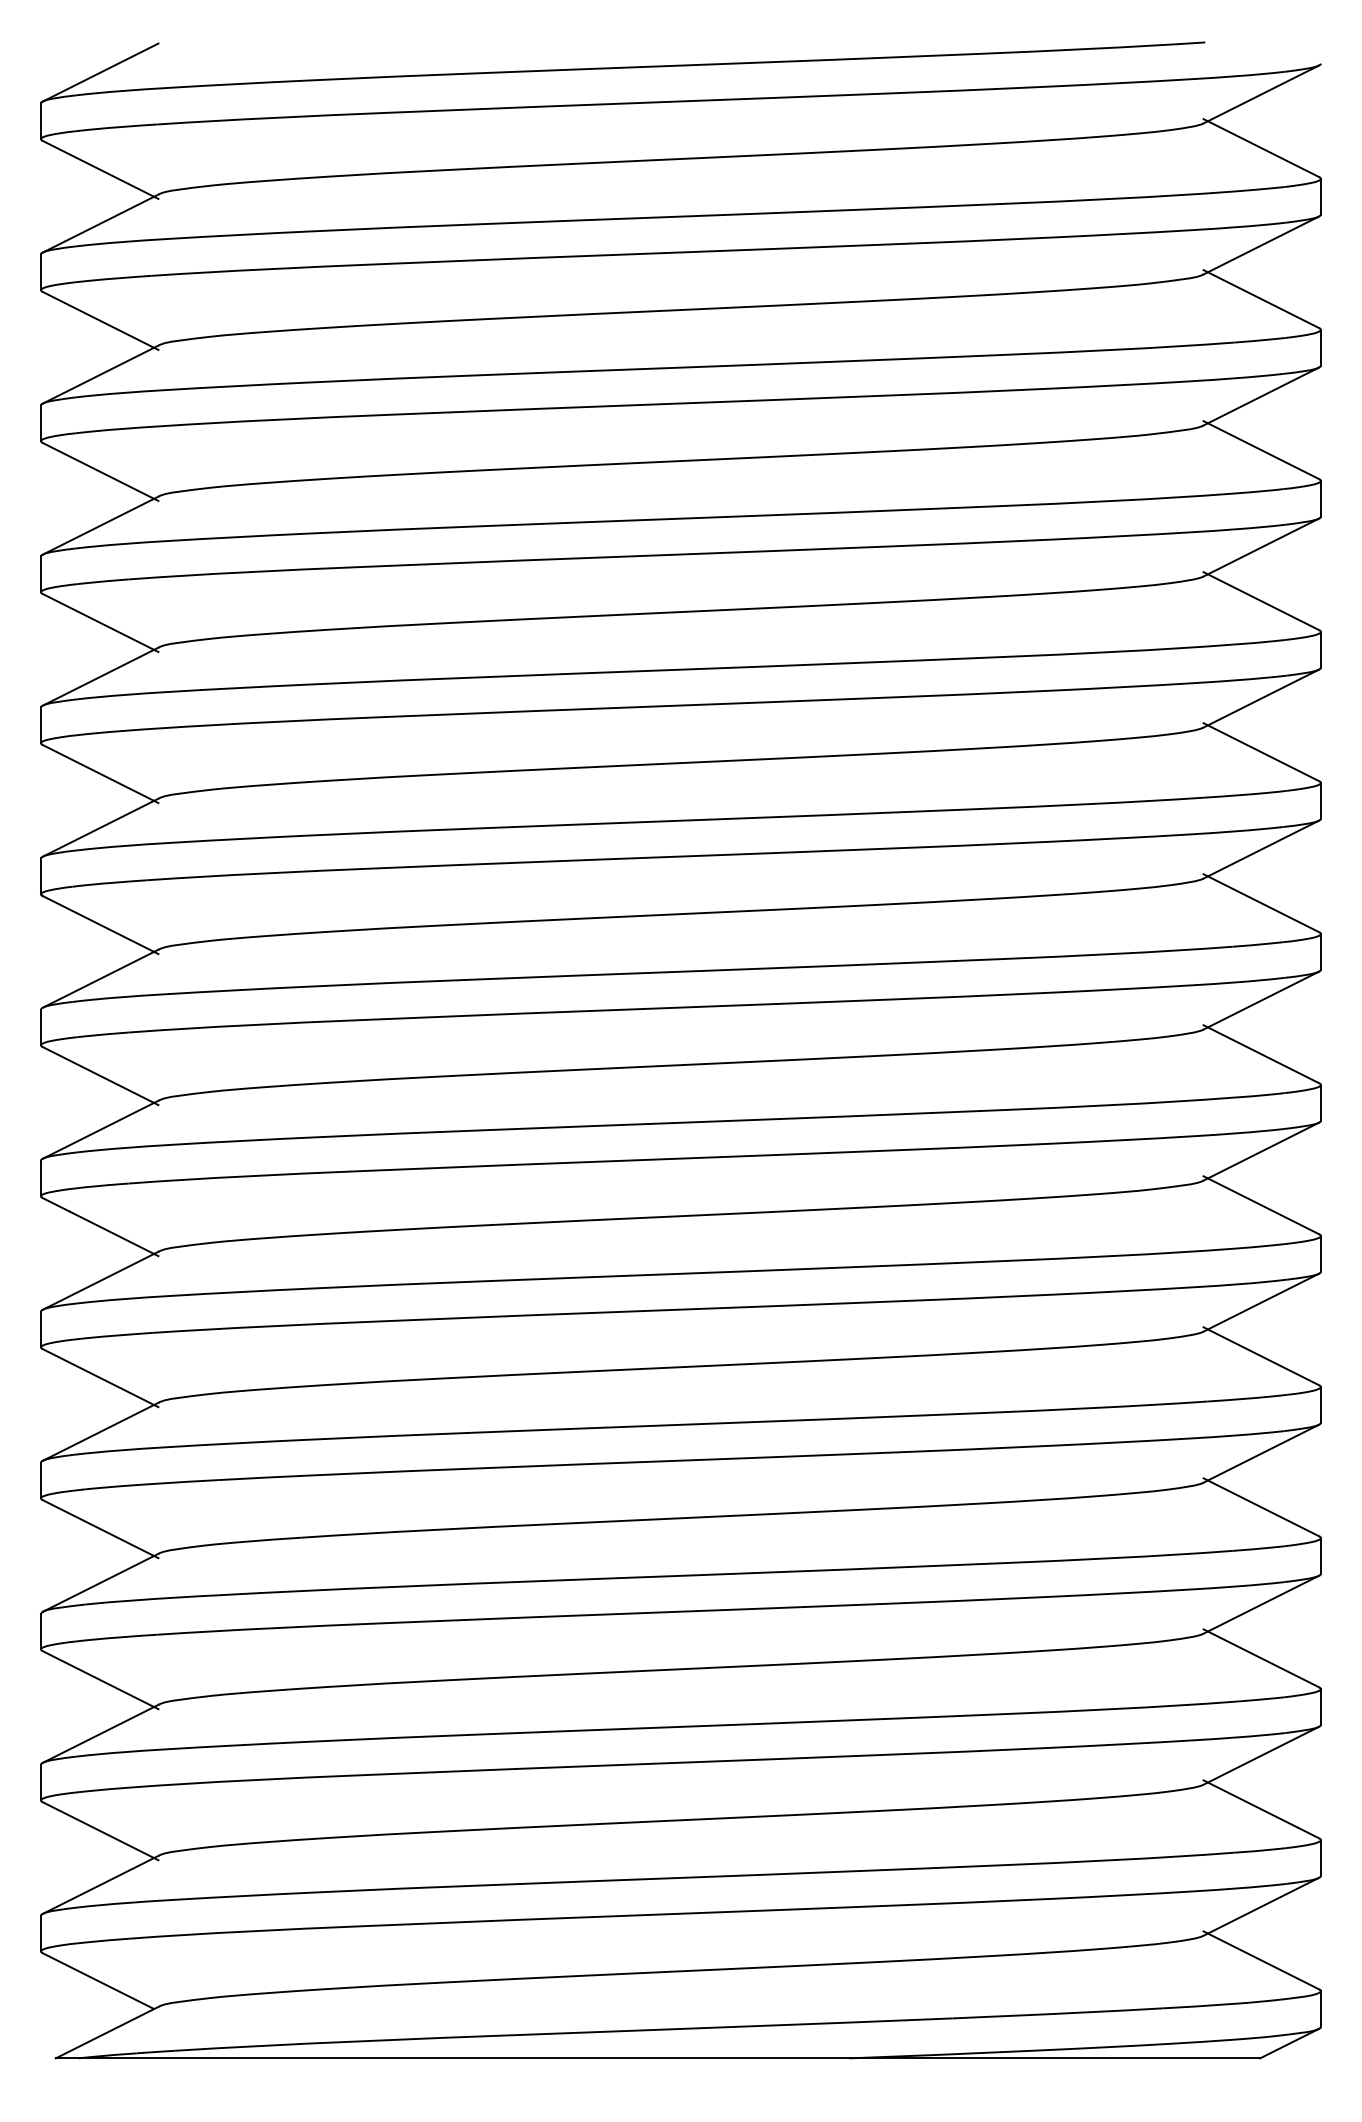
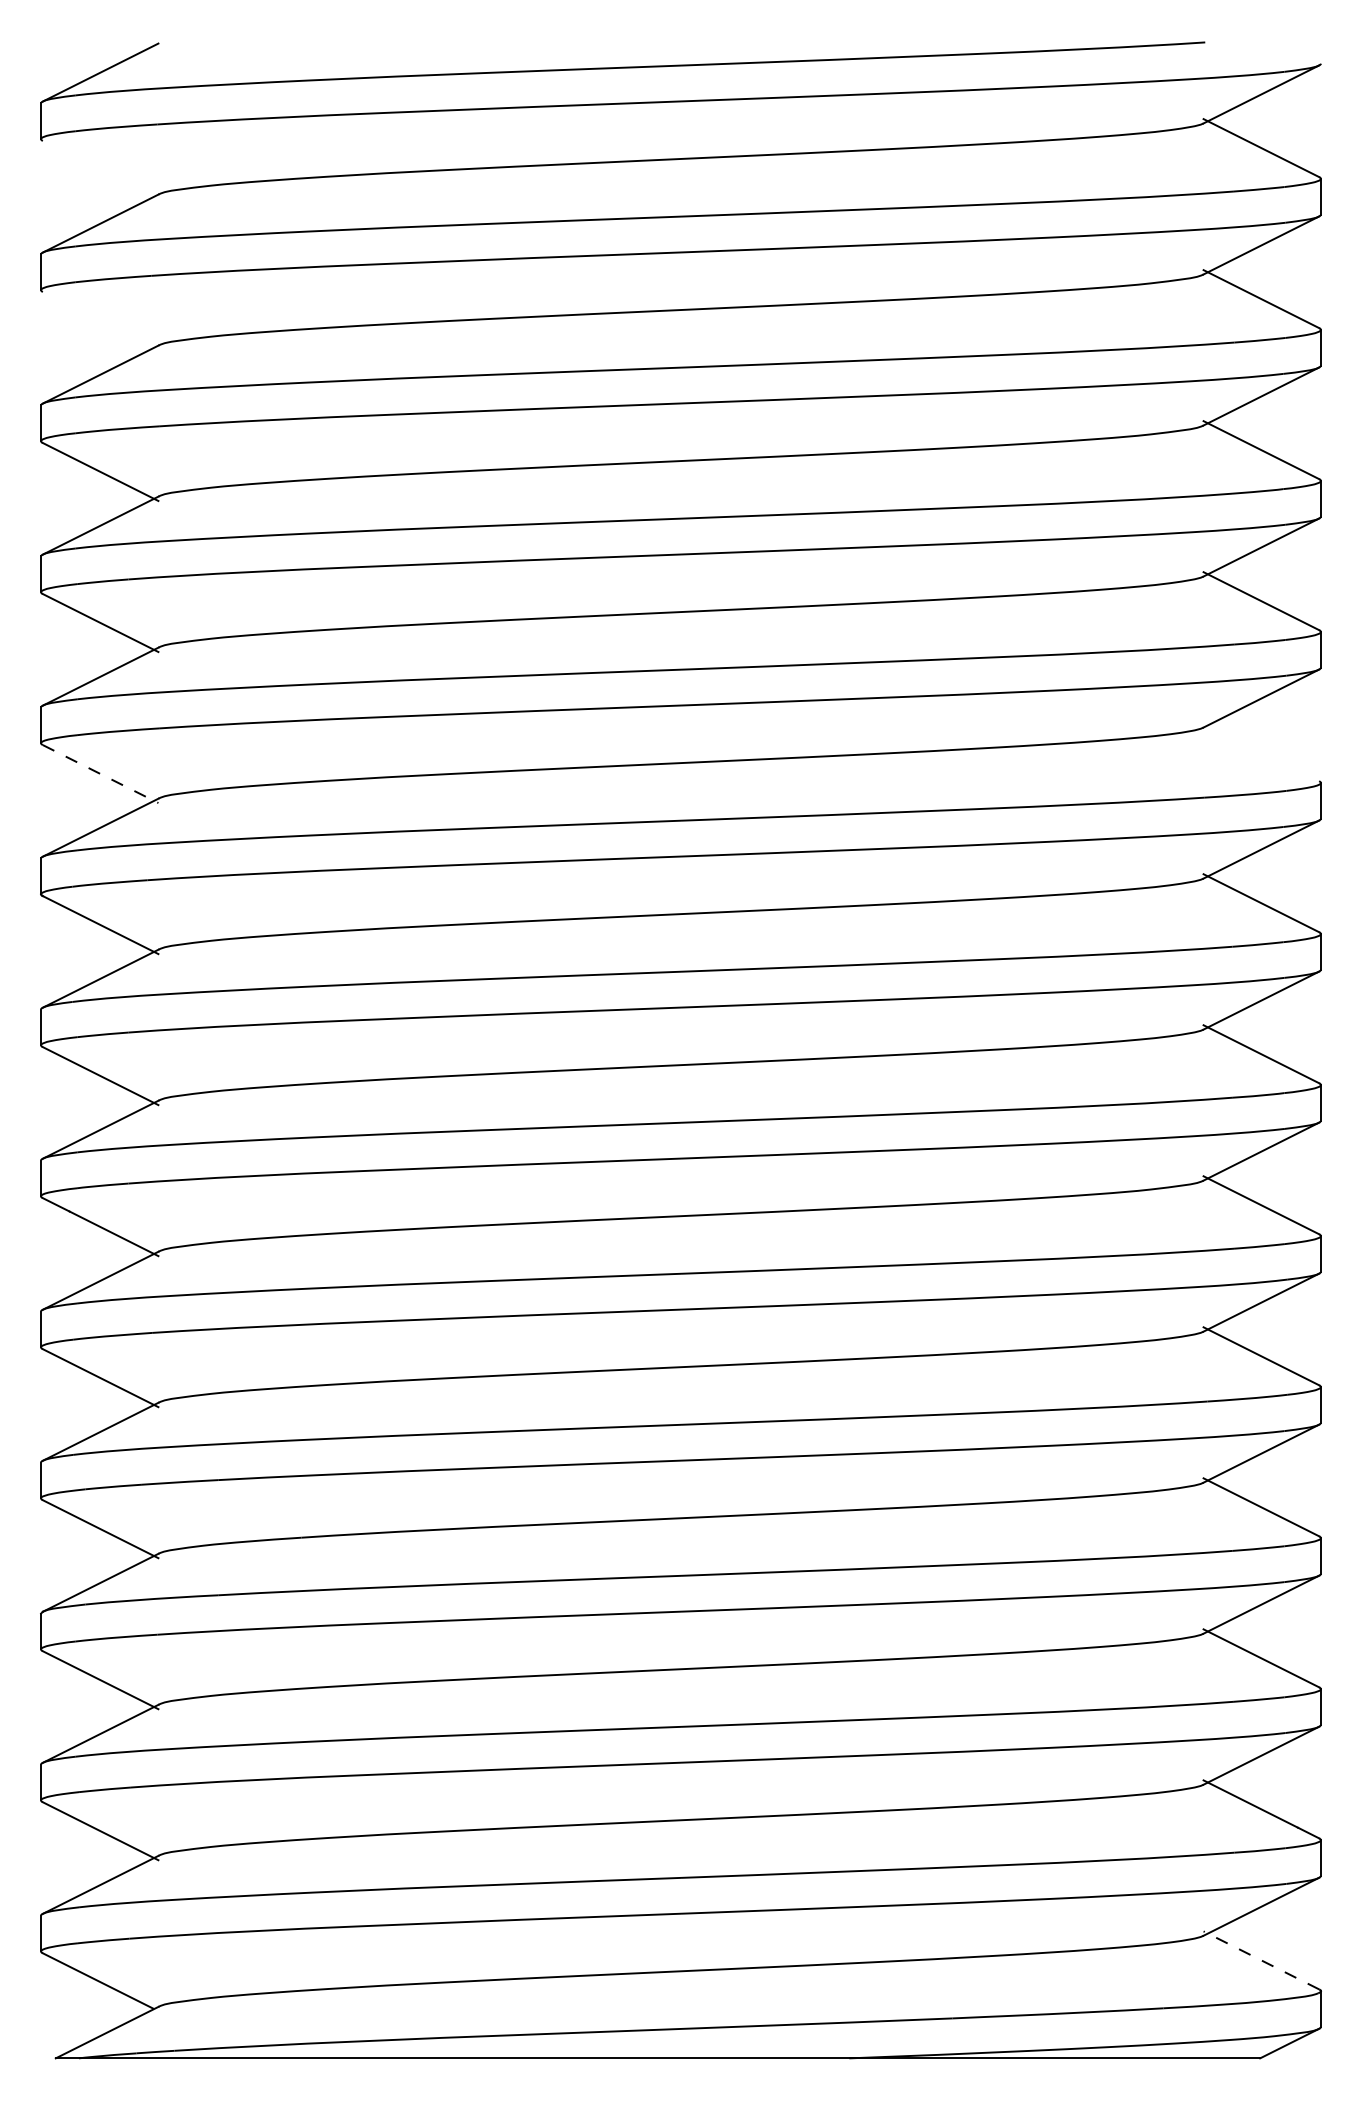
line at (100, 169): present -> none
line at (100, 320): present -> none
line at (1261, 752): present -> none
line at (100, 774): solid -> dashed
line at (1261, 1960): solid -> dashed
